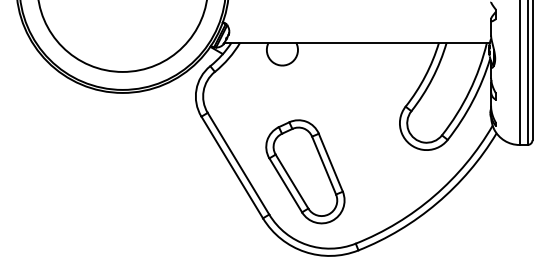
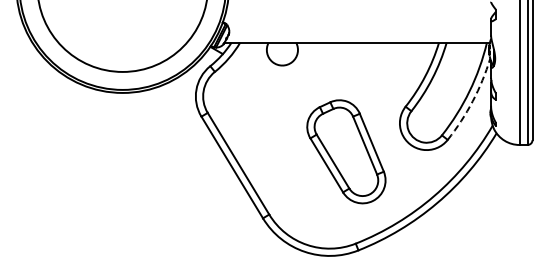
arc at (472, 101): solid -> dashed
part at (305, 171) position: (305, 171) -> (346, 151)
